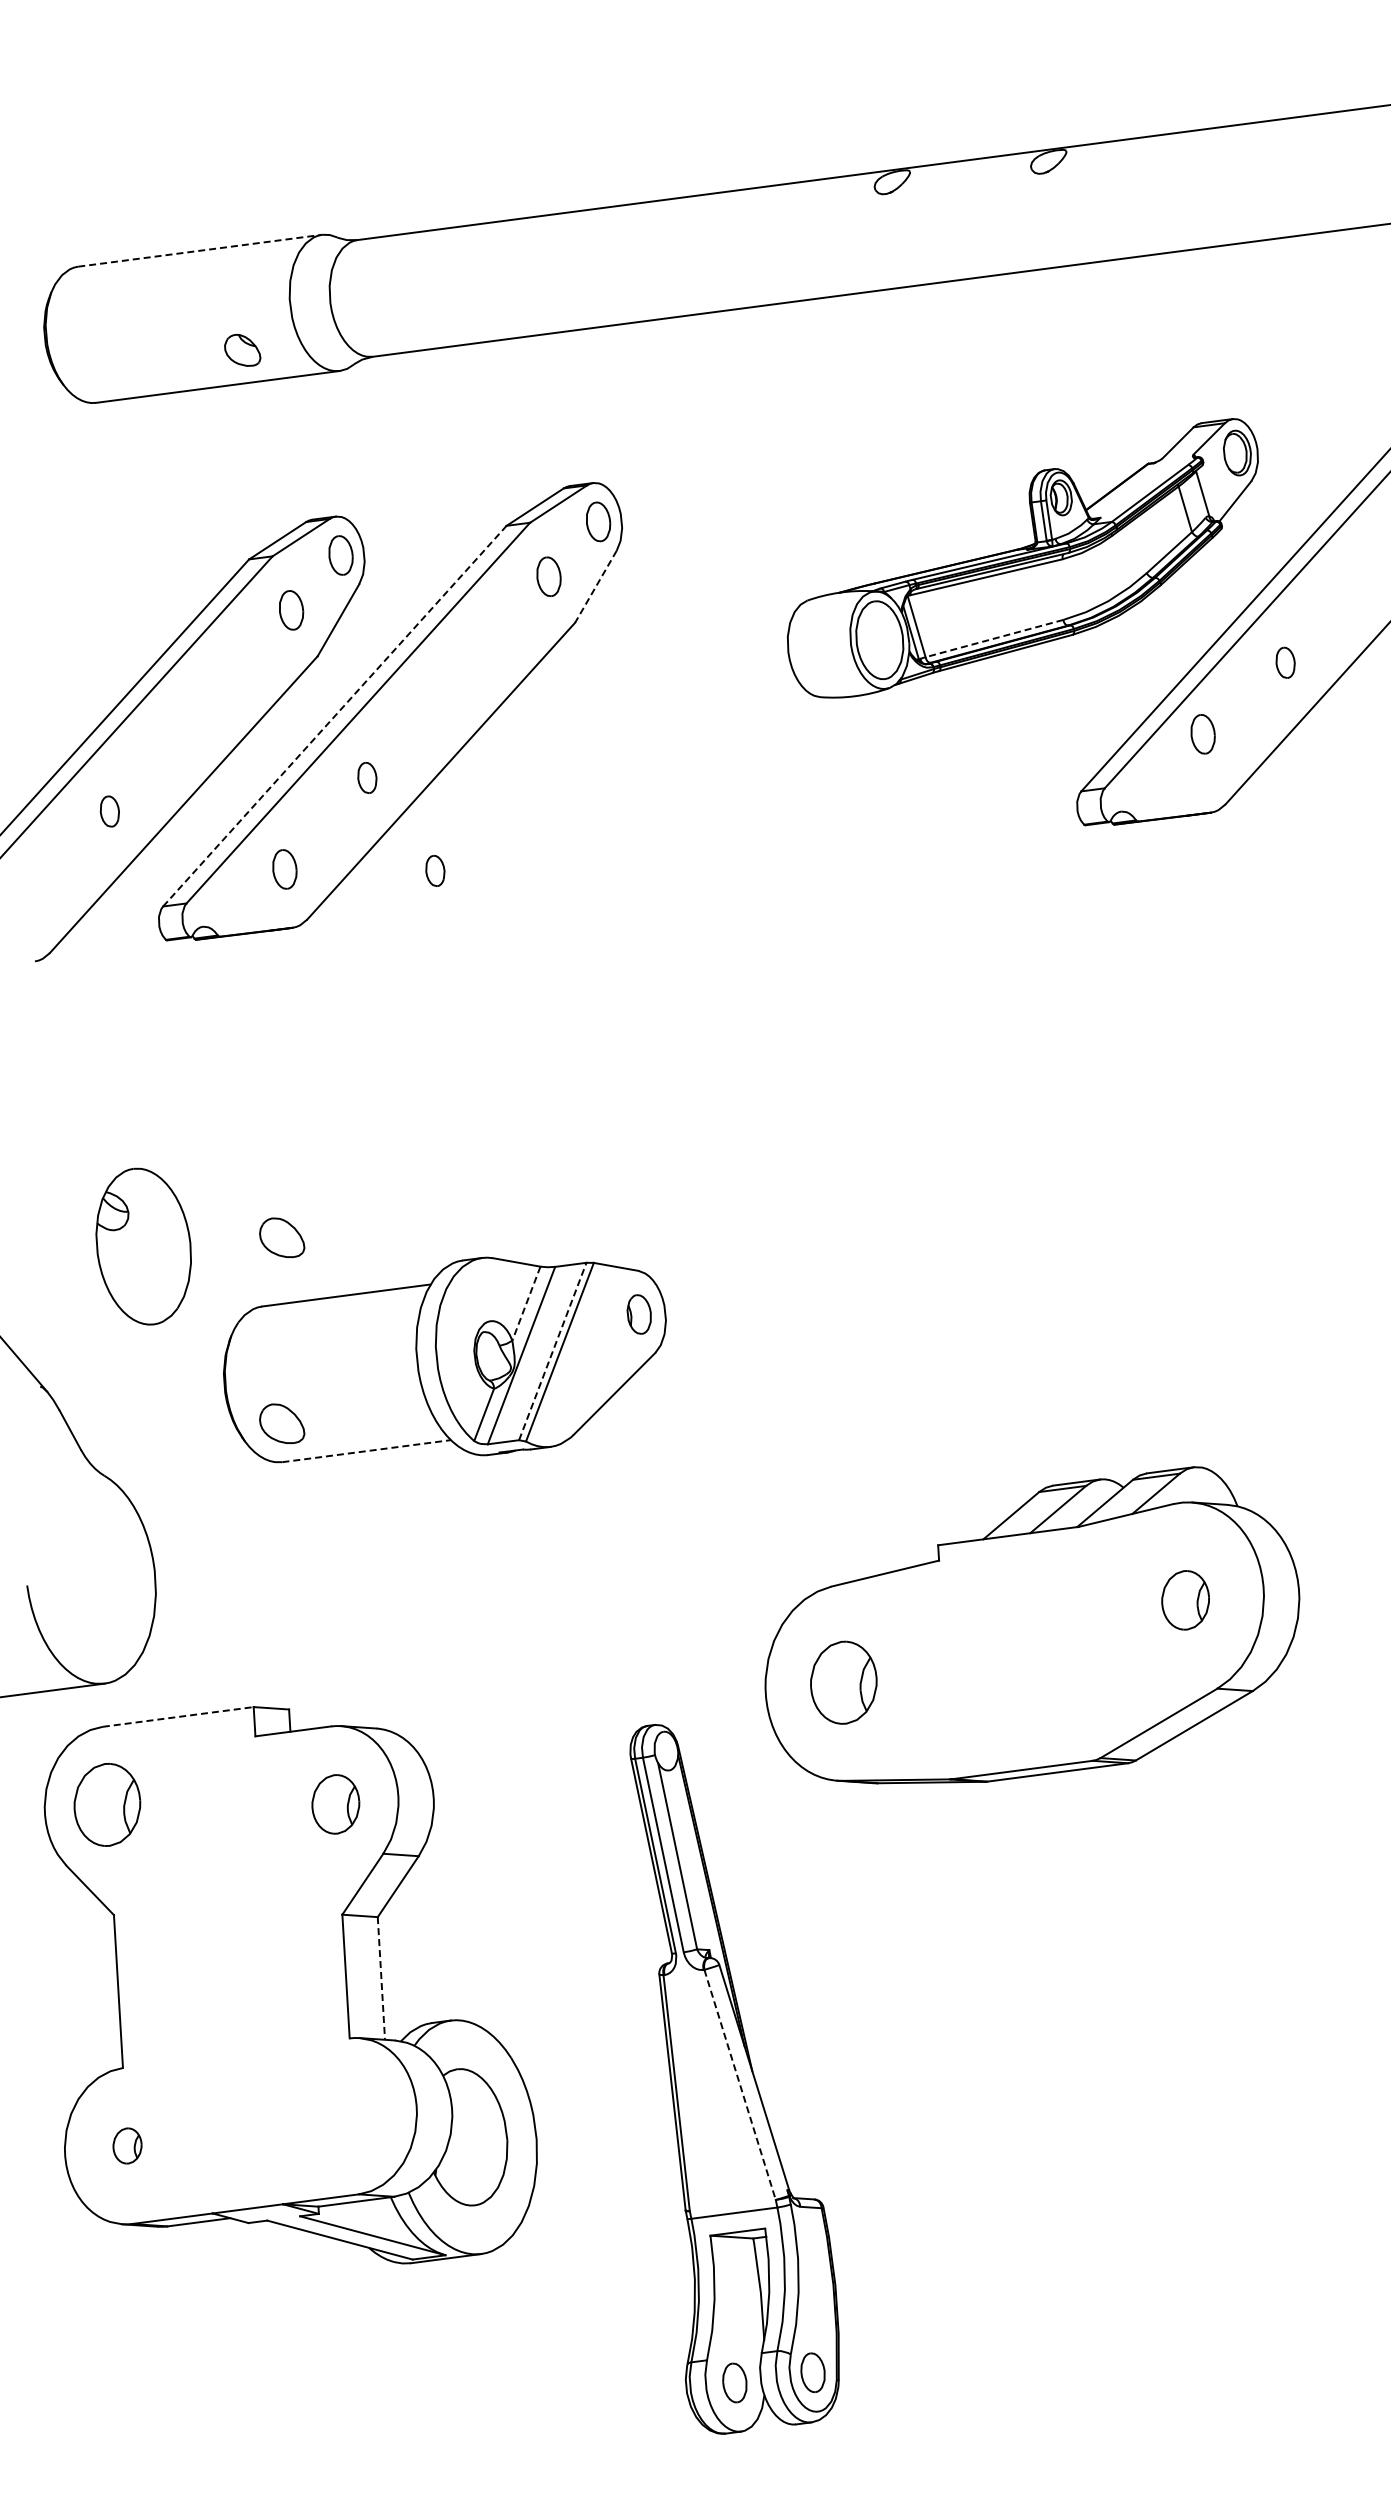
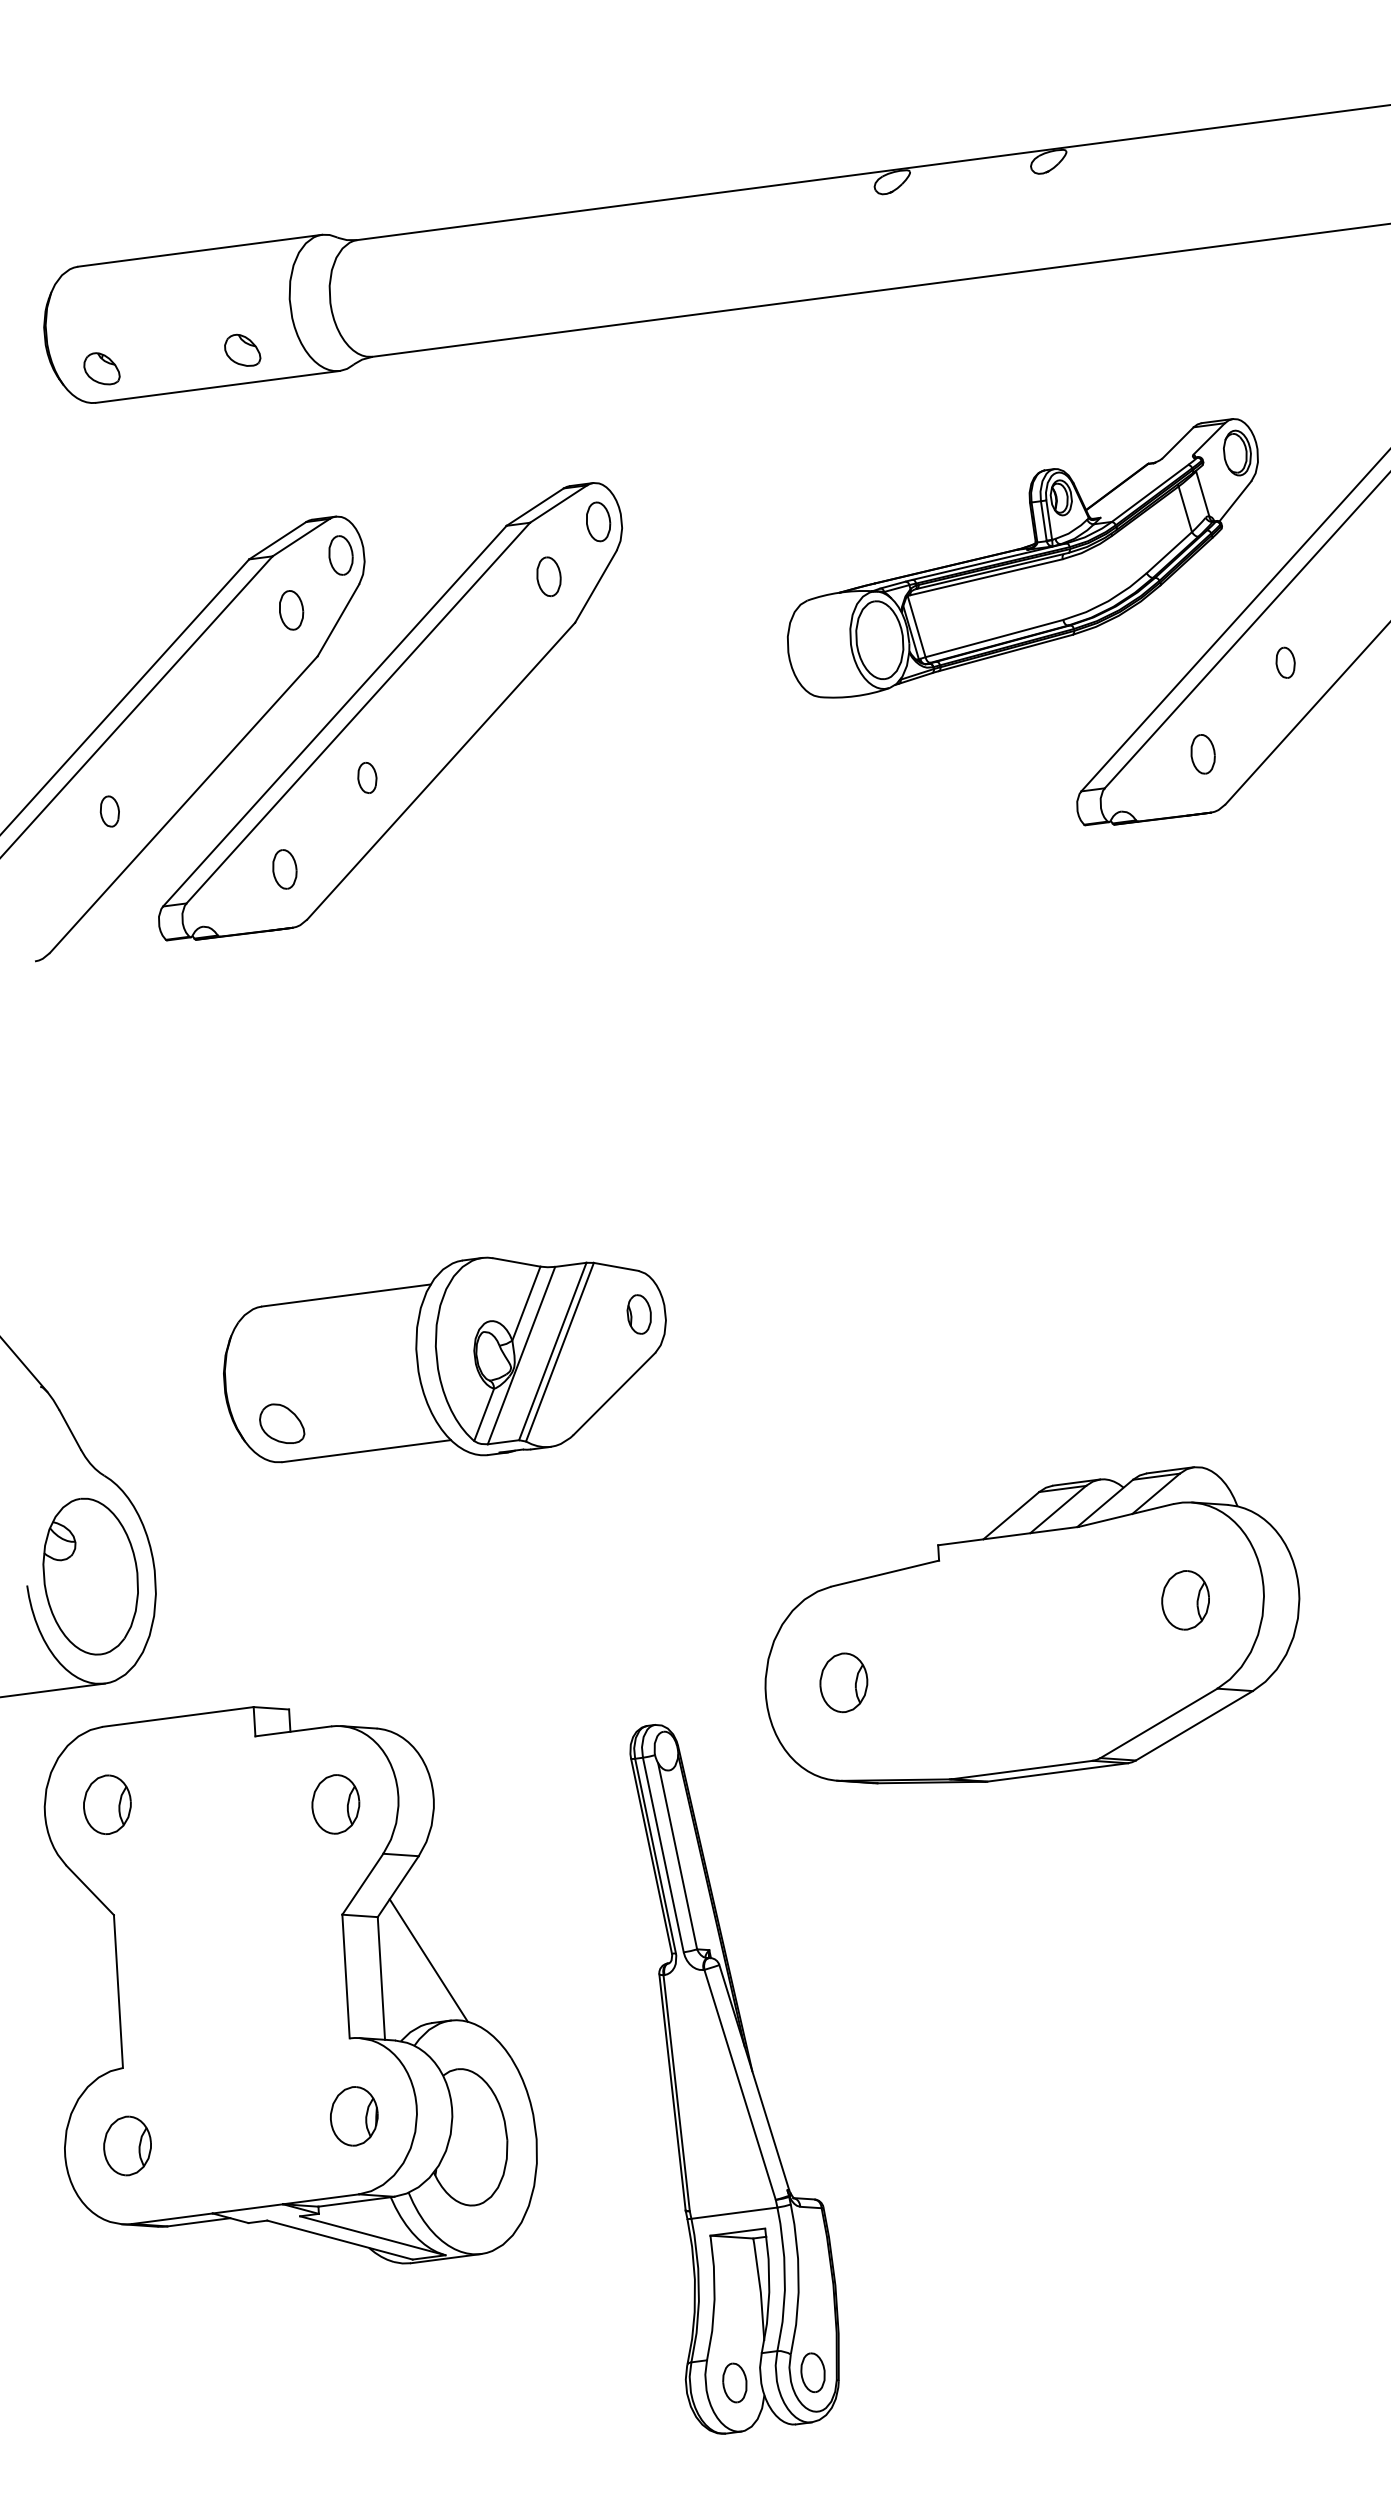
line at (200, 250): dashed -> solid
part at (101, 368): none -> present
line at (595, 586): dashed -> solid
line at (993, 638): dashed -> solid
line at (335, 715): dashed -> solid
part at (1202, 734) position: (1202, 734) -> (1202, 754)
part at (435, 870): present -> none
part at (282, 1237): present -> none
part at (143, 1246) position: (143, 1246) -> (90, 1576)
line at (526, 1303): dashed -> solid
line at (552, 1351): dashed -> solid
line at (366, 1451): dashed -> solid
part at (843, 1682) size: 68x85 px -> 50x62 px
line at (178, 1716): dashed -> solid
part at (107, 1804) size: 69x84 px -> 49x61 px
line at (428, 1960): none -> present
line at (381, 1978): dashed -> solid
line at (740, 2085): dashed -> solid
part at (354, 2116): none -> present
part at (127, 2145) size: 31x38 px -> 49x62 px
